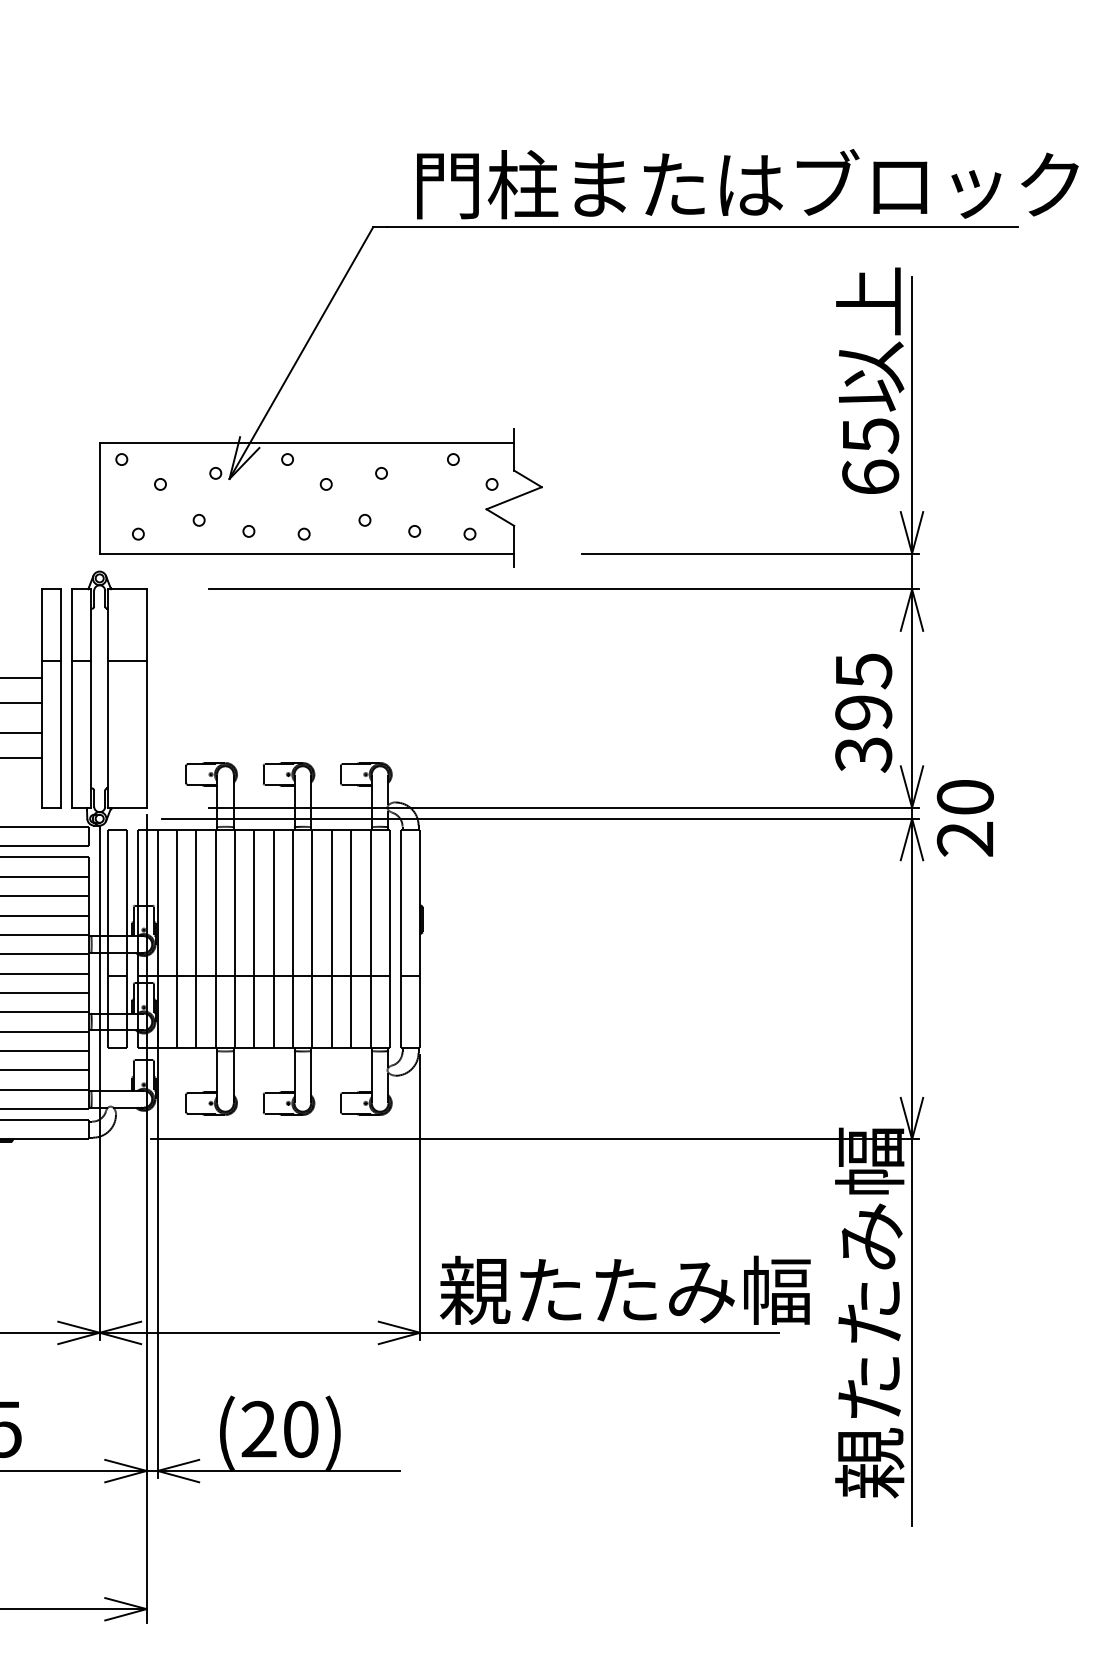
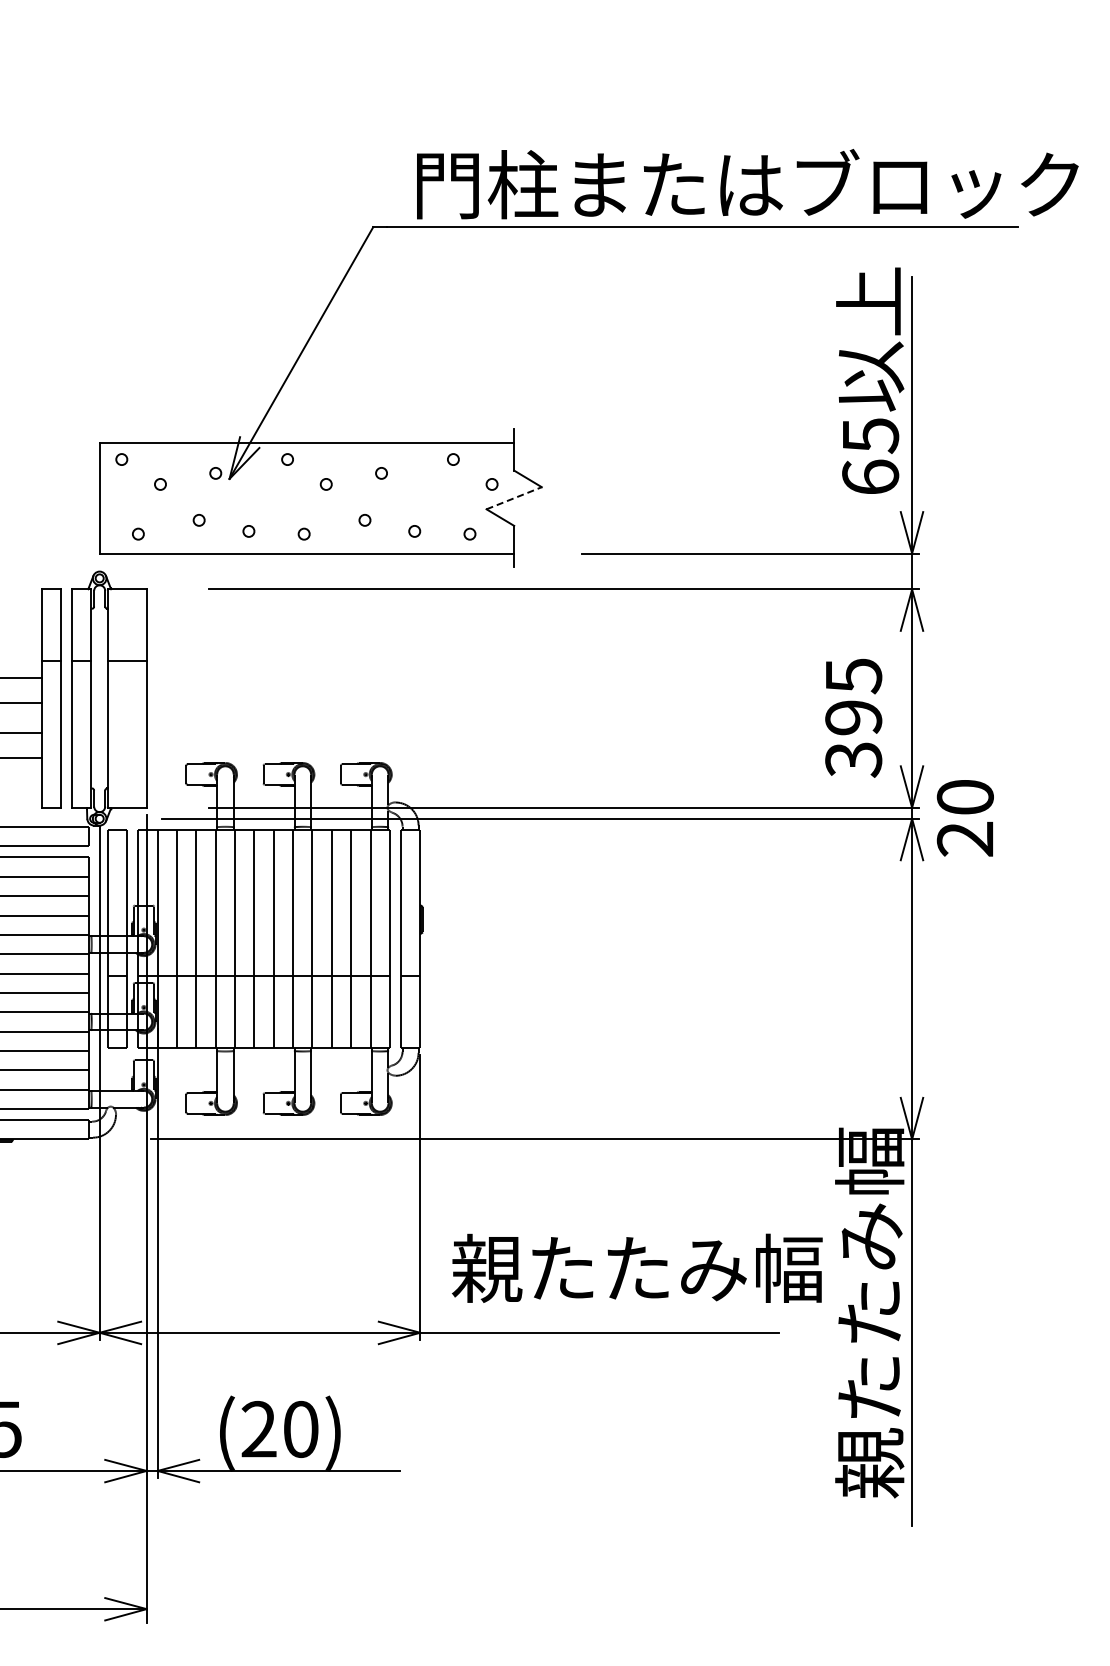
line at (514, 498): solid -> dashed
text at (863, 713) position: (863, 713) -> (853, 718)
text at (625, 1289) position: (625, 1289) -> (637, 1267)
